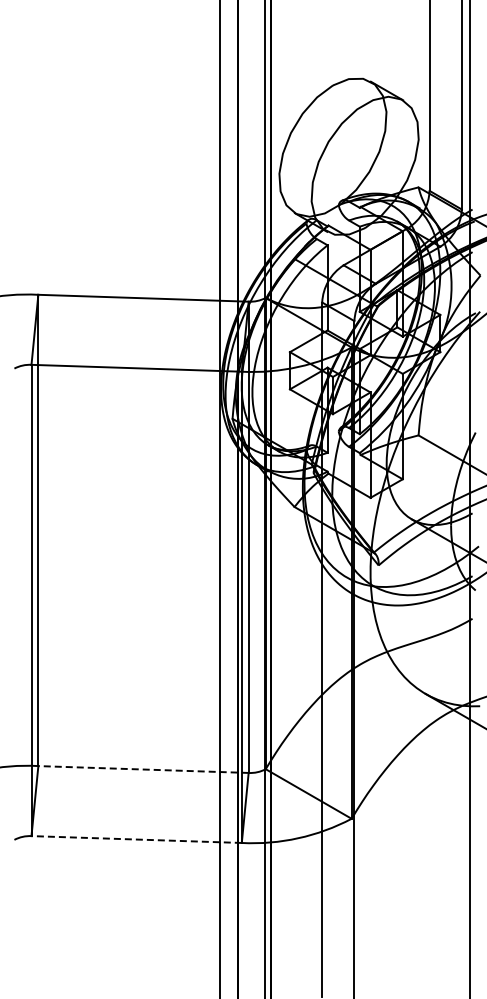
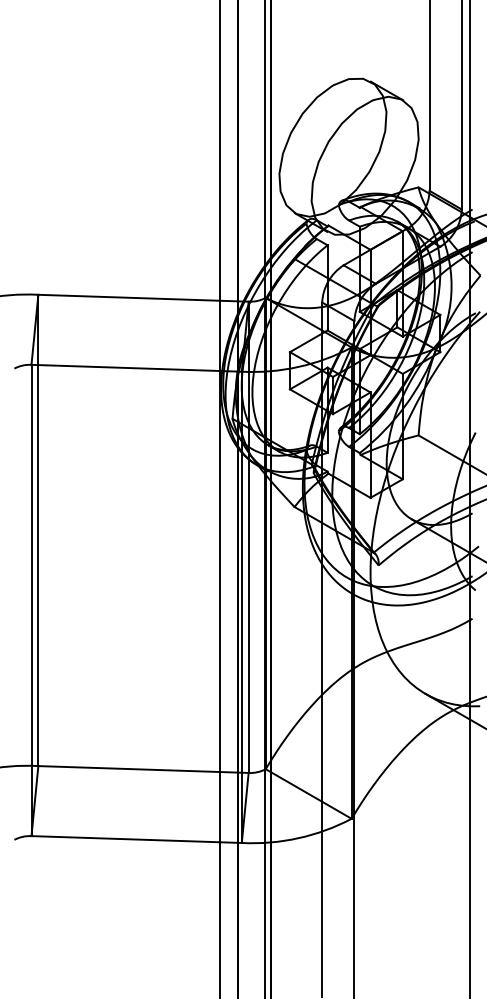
line at (143, 769): dashed -> solid
line at (136, 839): dashed -> solid
